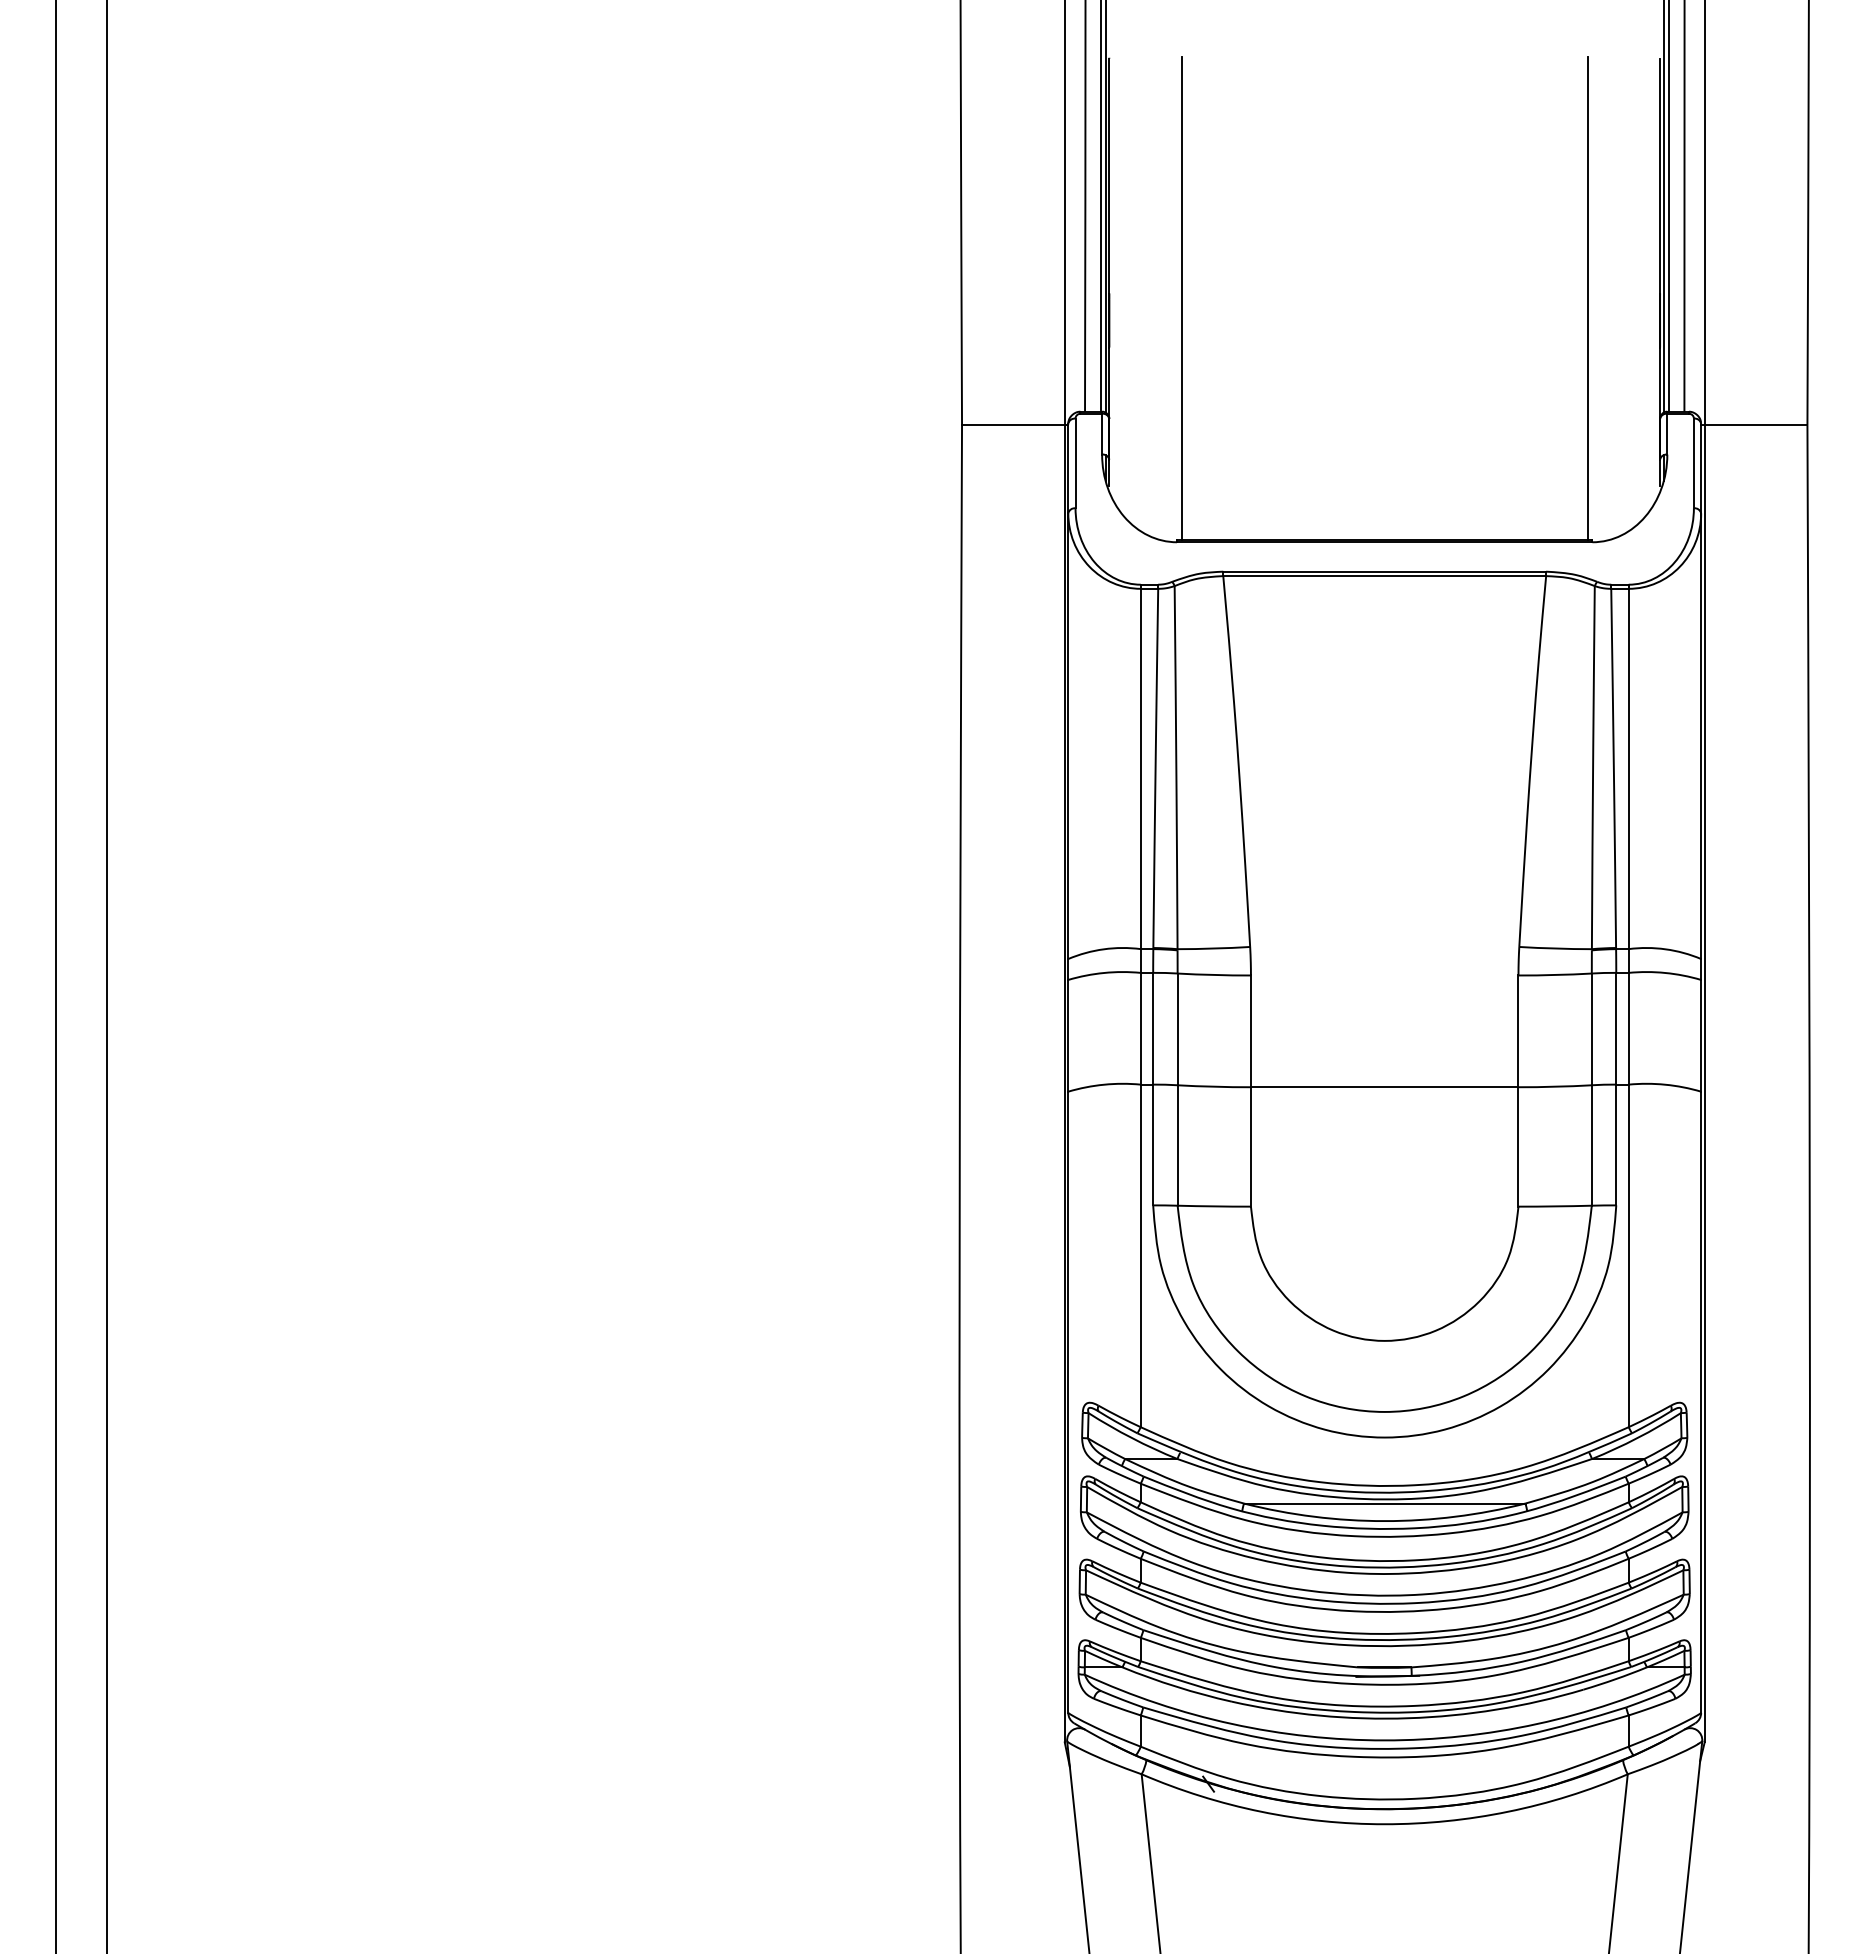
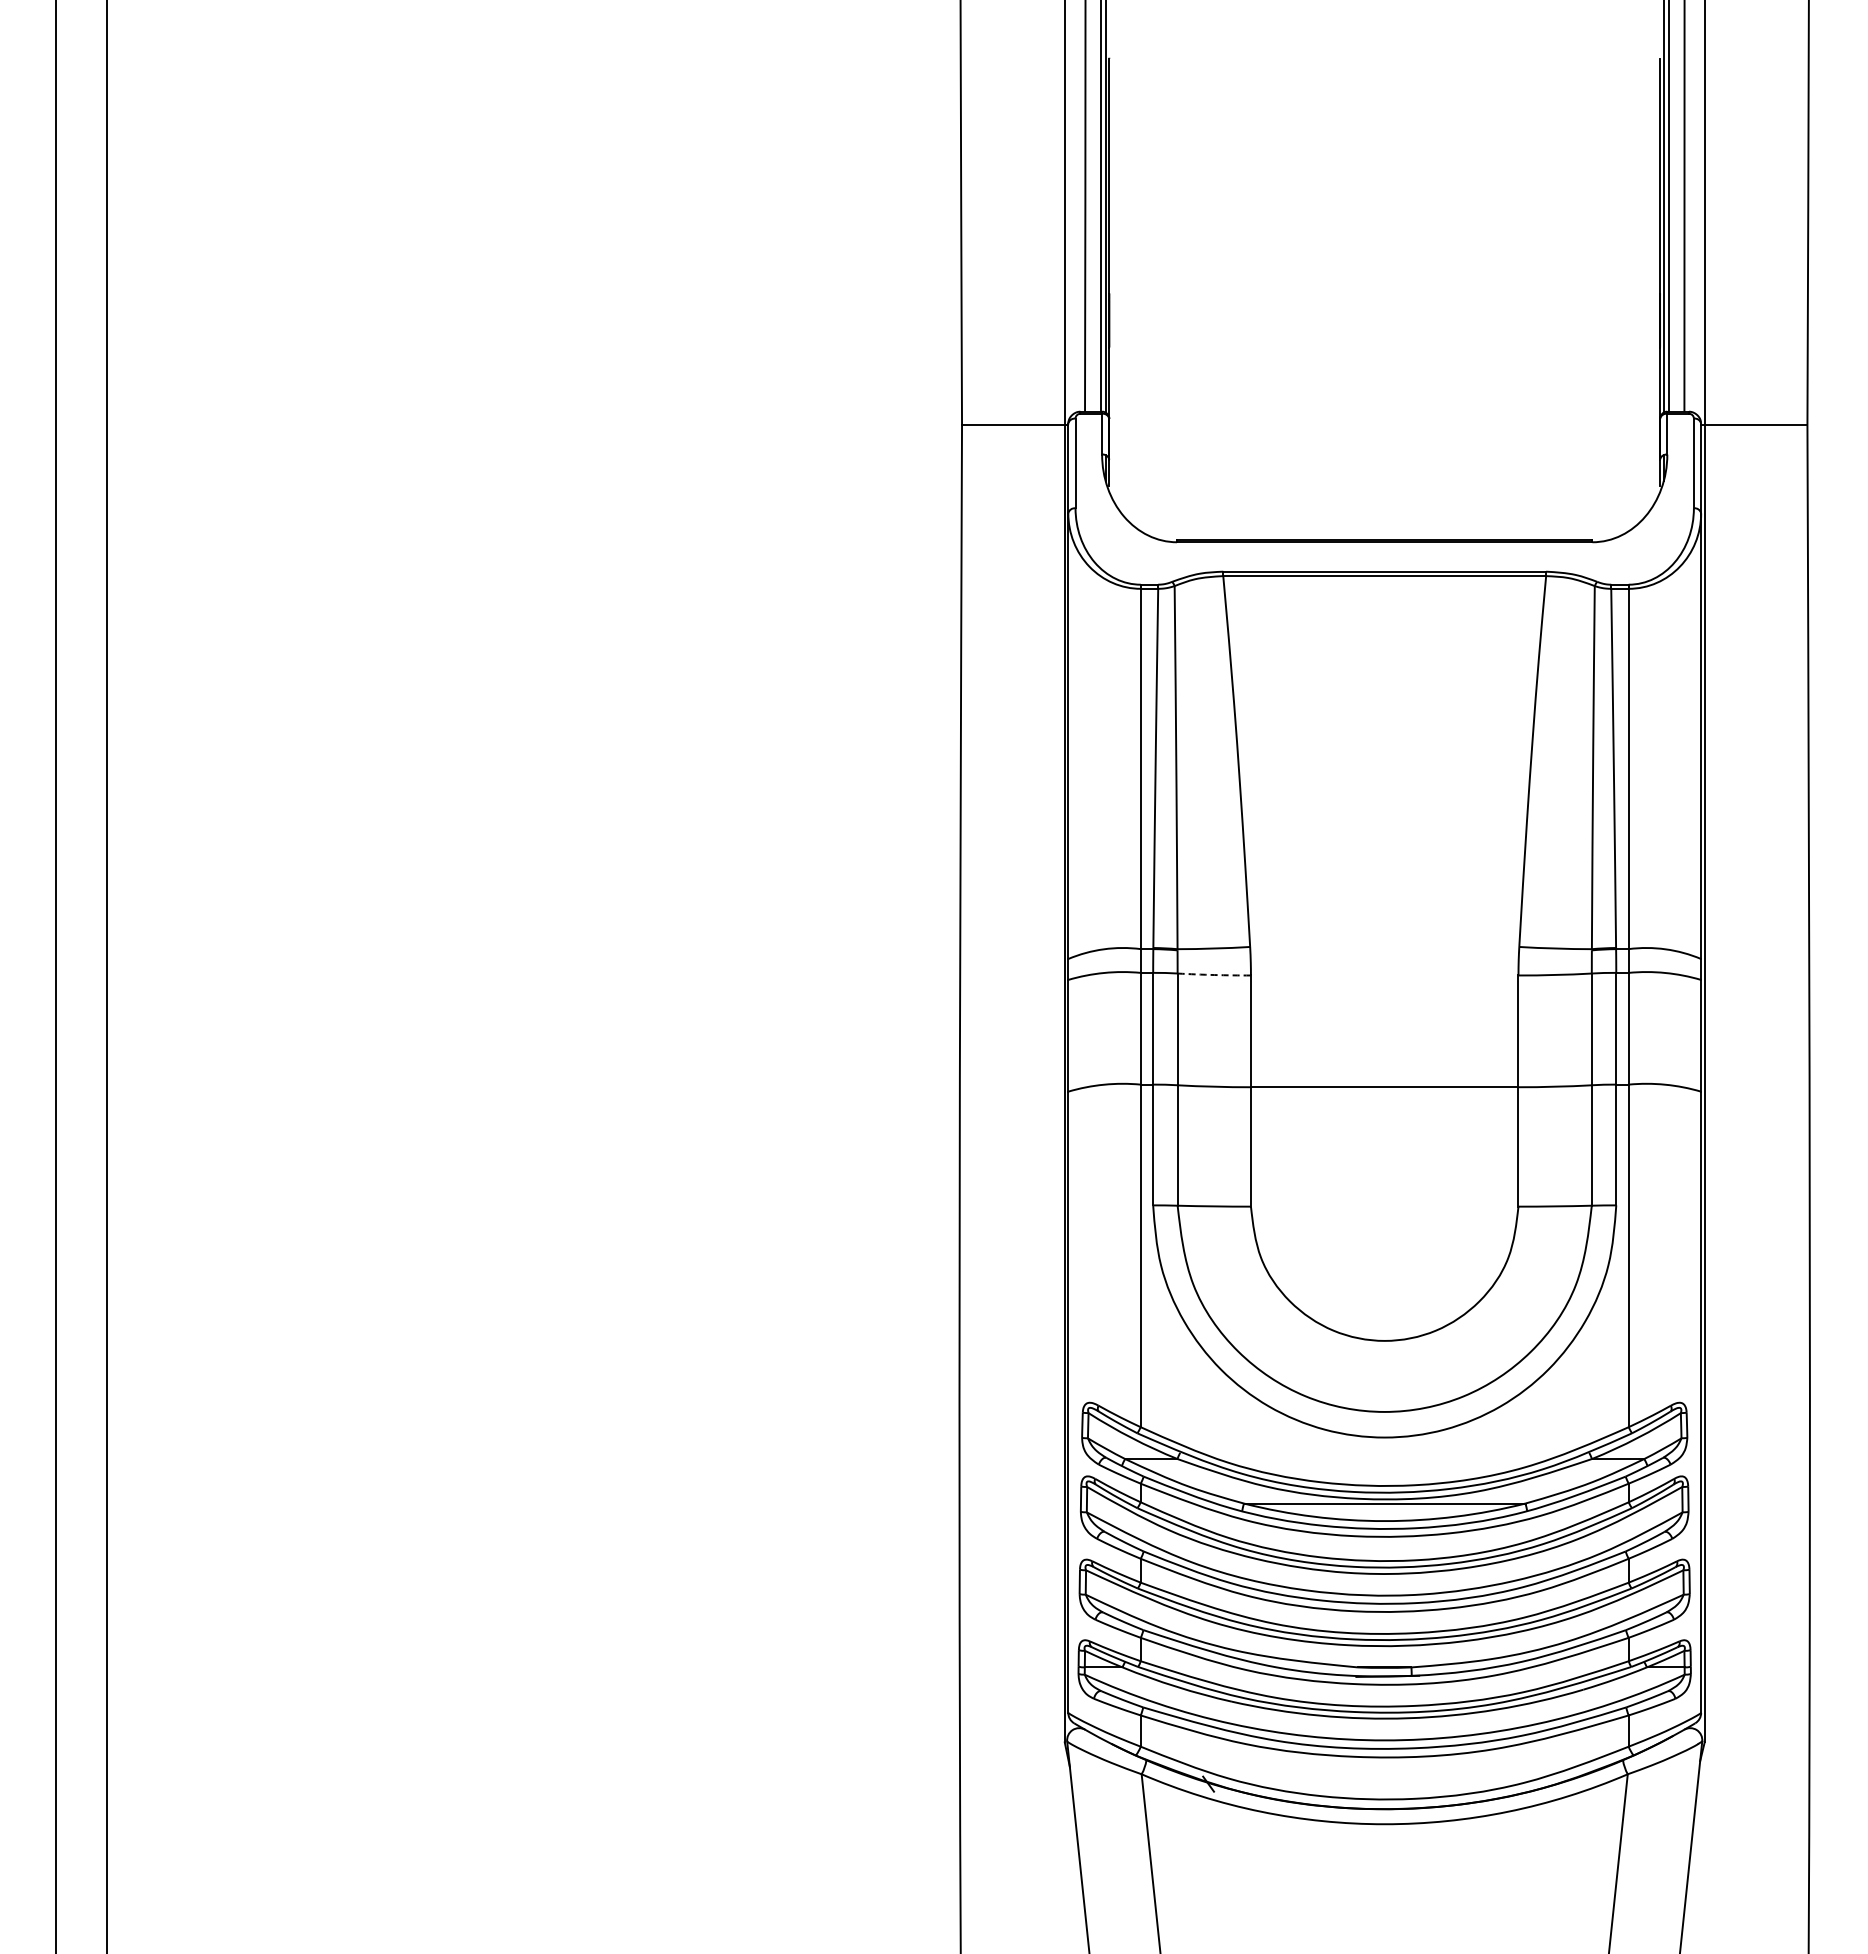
line at (1181, 298): present -> none
line at (1587, 298): present -> none
arc at (1214, 975): solid -> dashed
